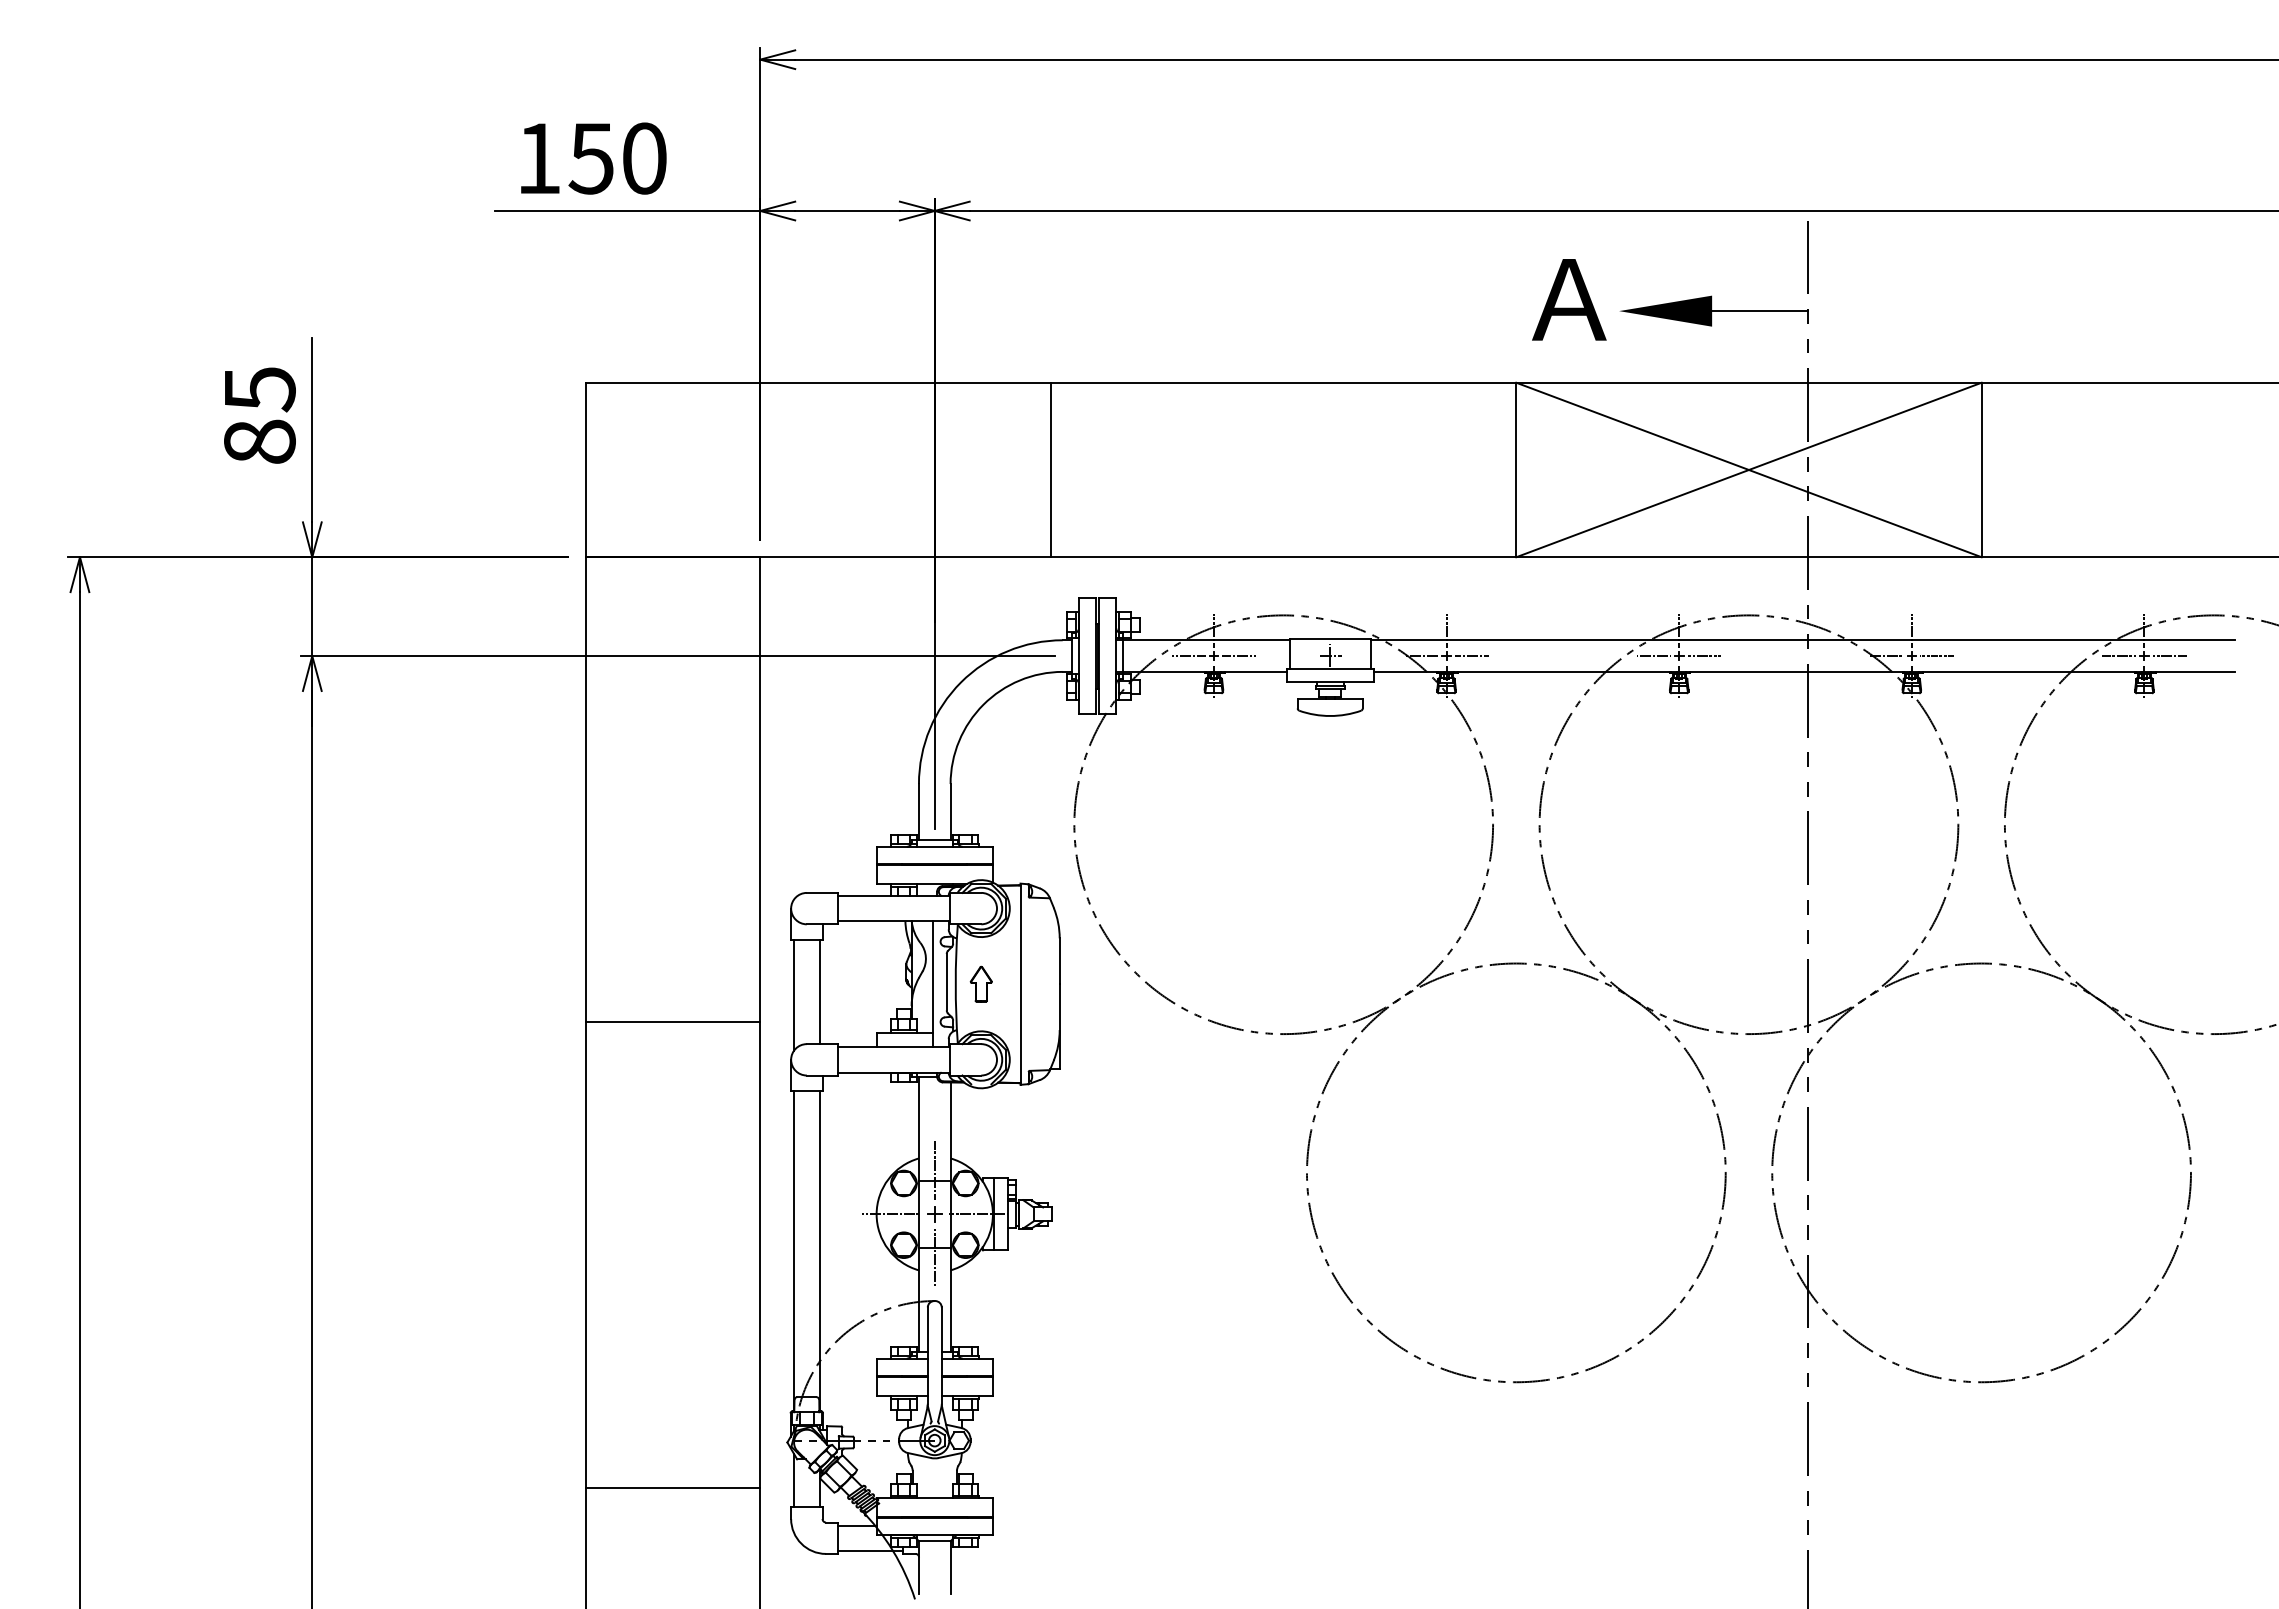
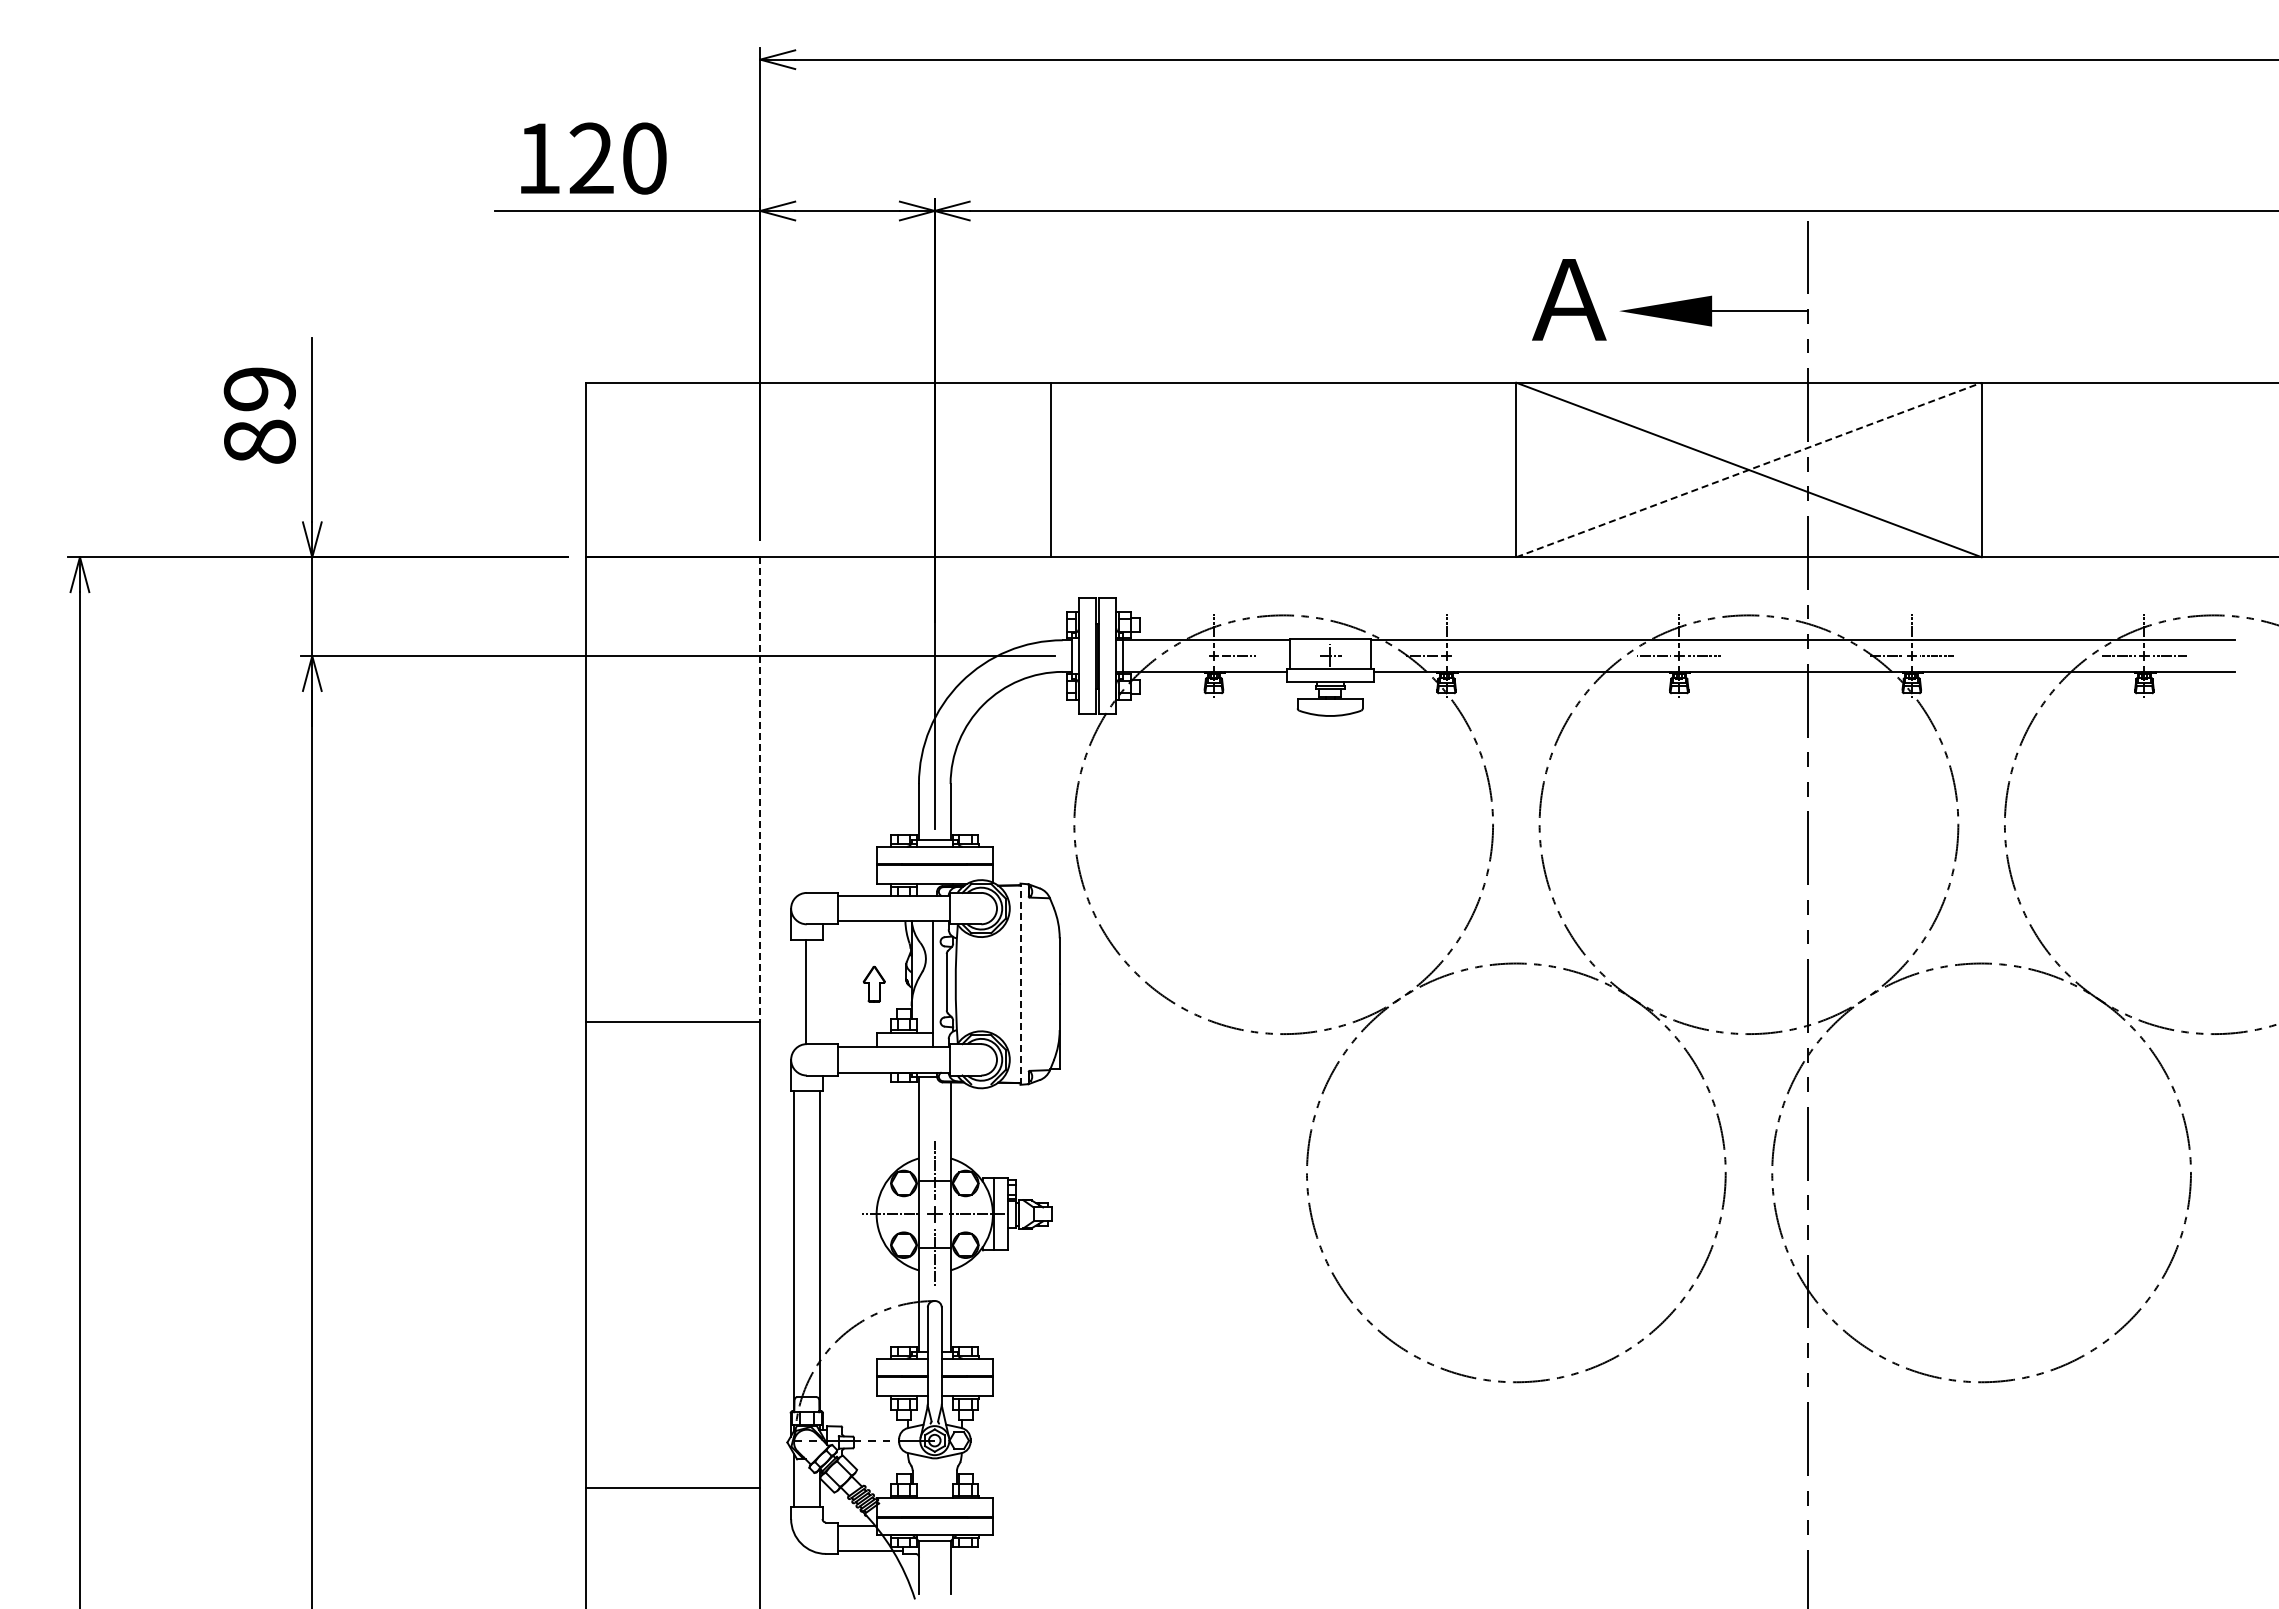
text at (590, 158): 150 -> 120
text at (259, 389): 85 -> 89
line at (1749, 469): solid -> dashed
line at (1188, 656): present -> none
line at (1471, 656): present -> none
line at (760, 789): solid -> dashed
part at (980, 983) position: (980, 983) -> (873, 983)
line at (1020, 984): solid -> dashed
line at (819, 992) position: (819, 992) -> (805, 992)
line at (794, 995): present -> none
